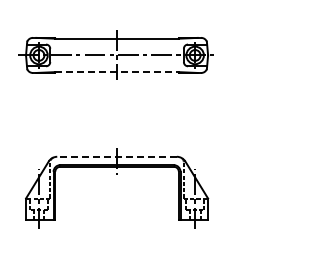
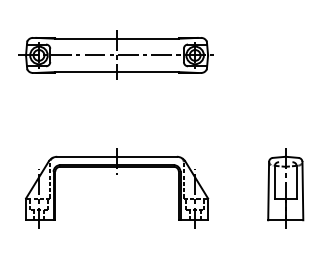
line at (117, 72): dashed -> solid
line at (117, 156): dashed -> solid
part at (285, 188): none -> present
